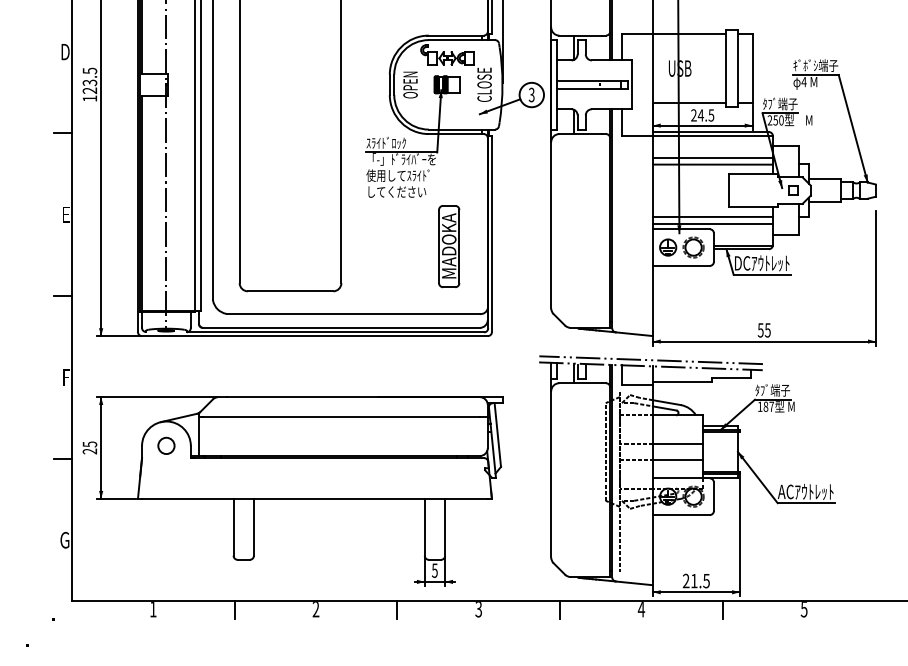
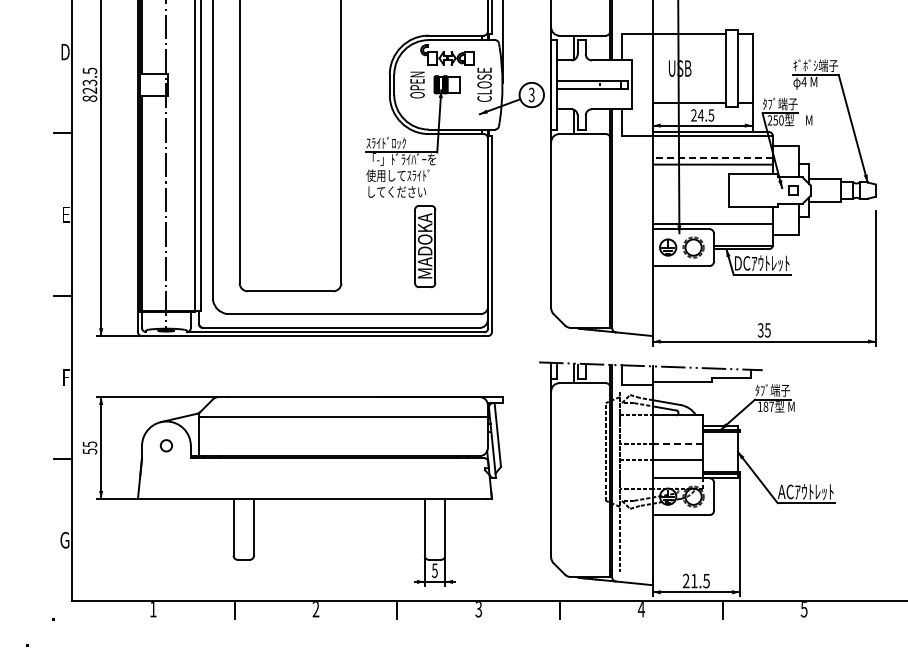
text at (410, 84) position: (410, 84) -> (417, 84)
text at (89, 98): 123.5 -> 823.5
line at (712, 158): solid -> dashed
line at (712, 216): present -> none
part at (449, 246) position: (449, 246) -> (425, 246)
text at (760, 329): 55 -> 35
line at (650, 360): present -> none
line at (677, 443): solid -> dashed
circle at (166, 445) size: 19x19 px -> 14x14 px
text at (89, 451): 25 -> 55
